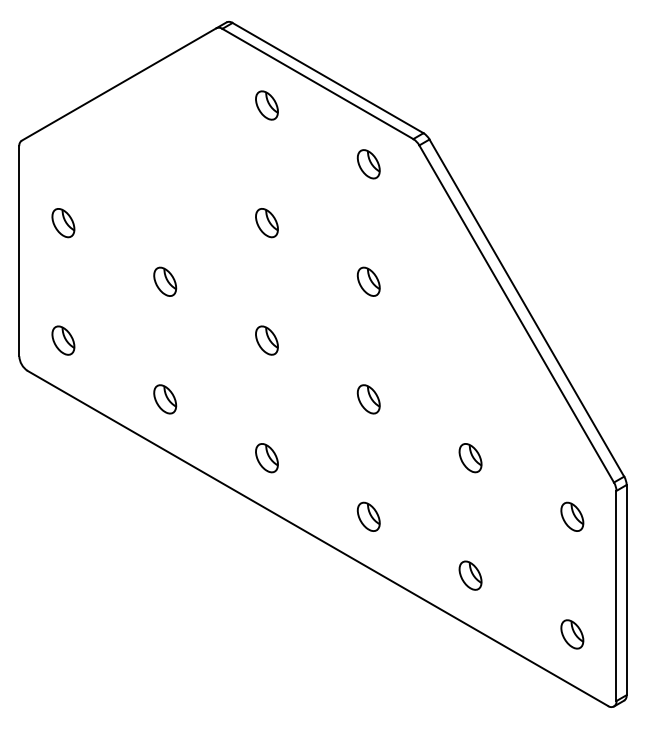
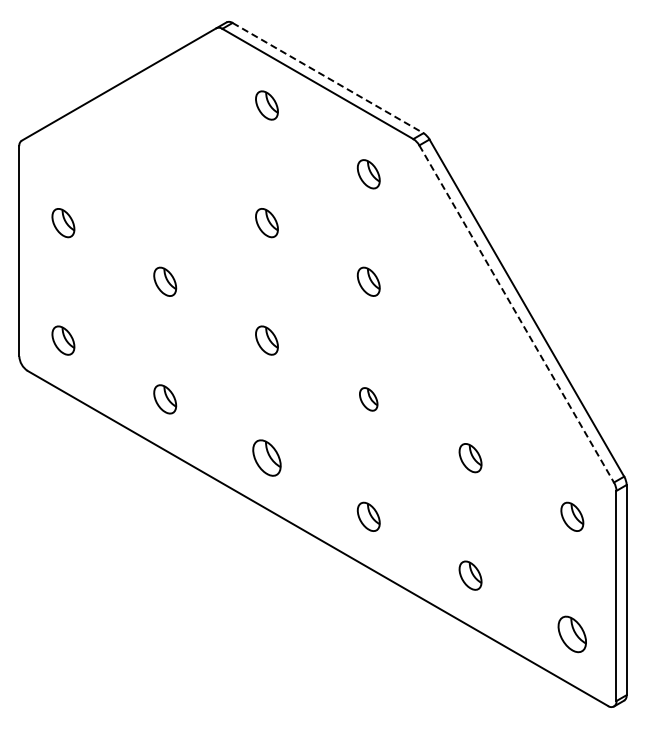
line at (328, 78): solid -> dashed
part at (368, 164) position: (368, 164) -> (368, 174)
line at (516, 313): solid -> dashed
part at (368, 399) size: 25x31 px -> 20x25 px
part at (266, 458) size: 24x31 px -> 30x38 px
part at (572, 634) size: 25x31 px -> 30x39 px
